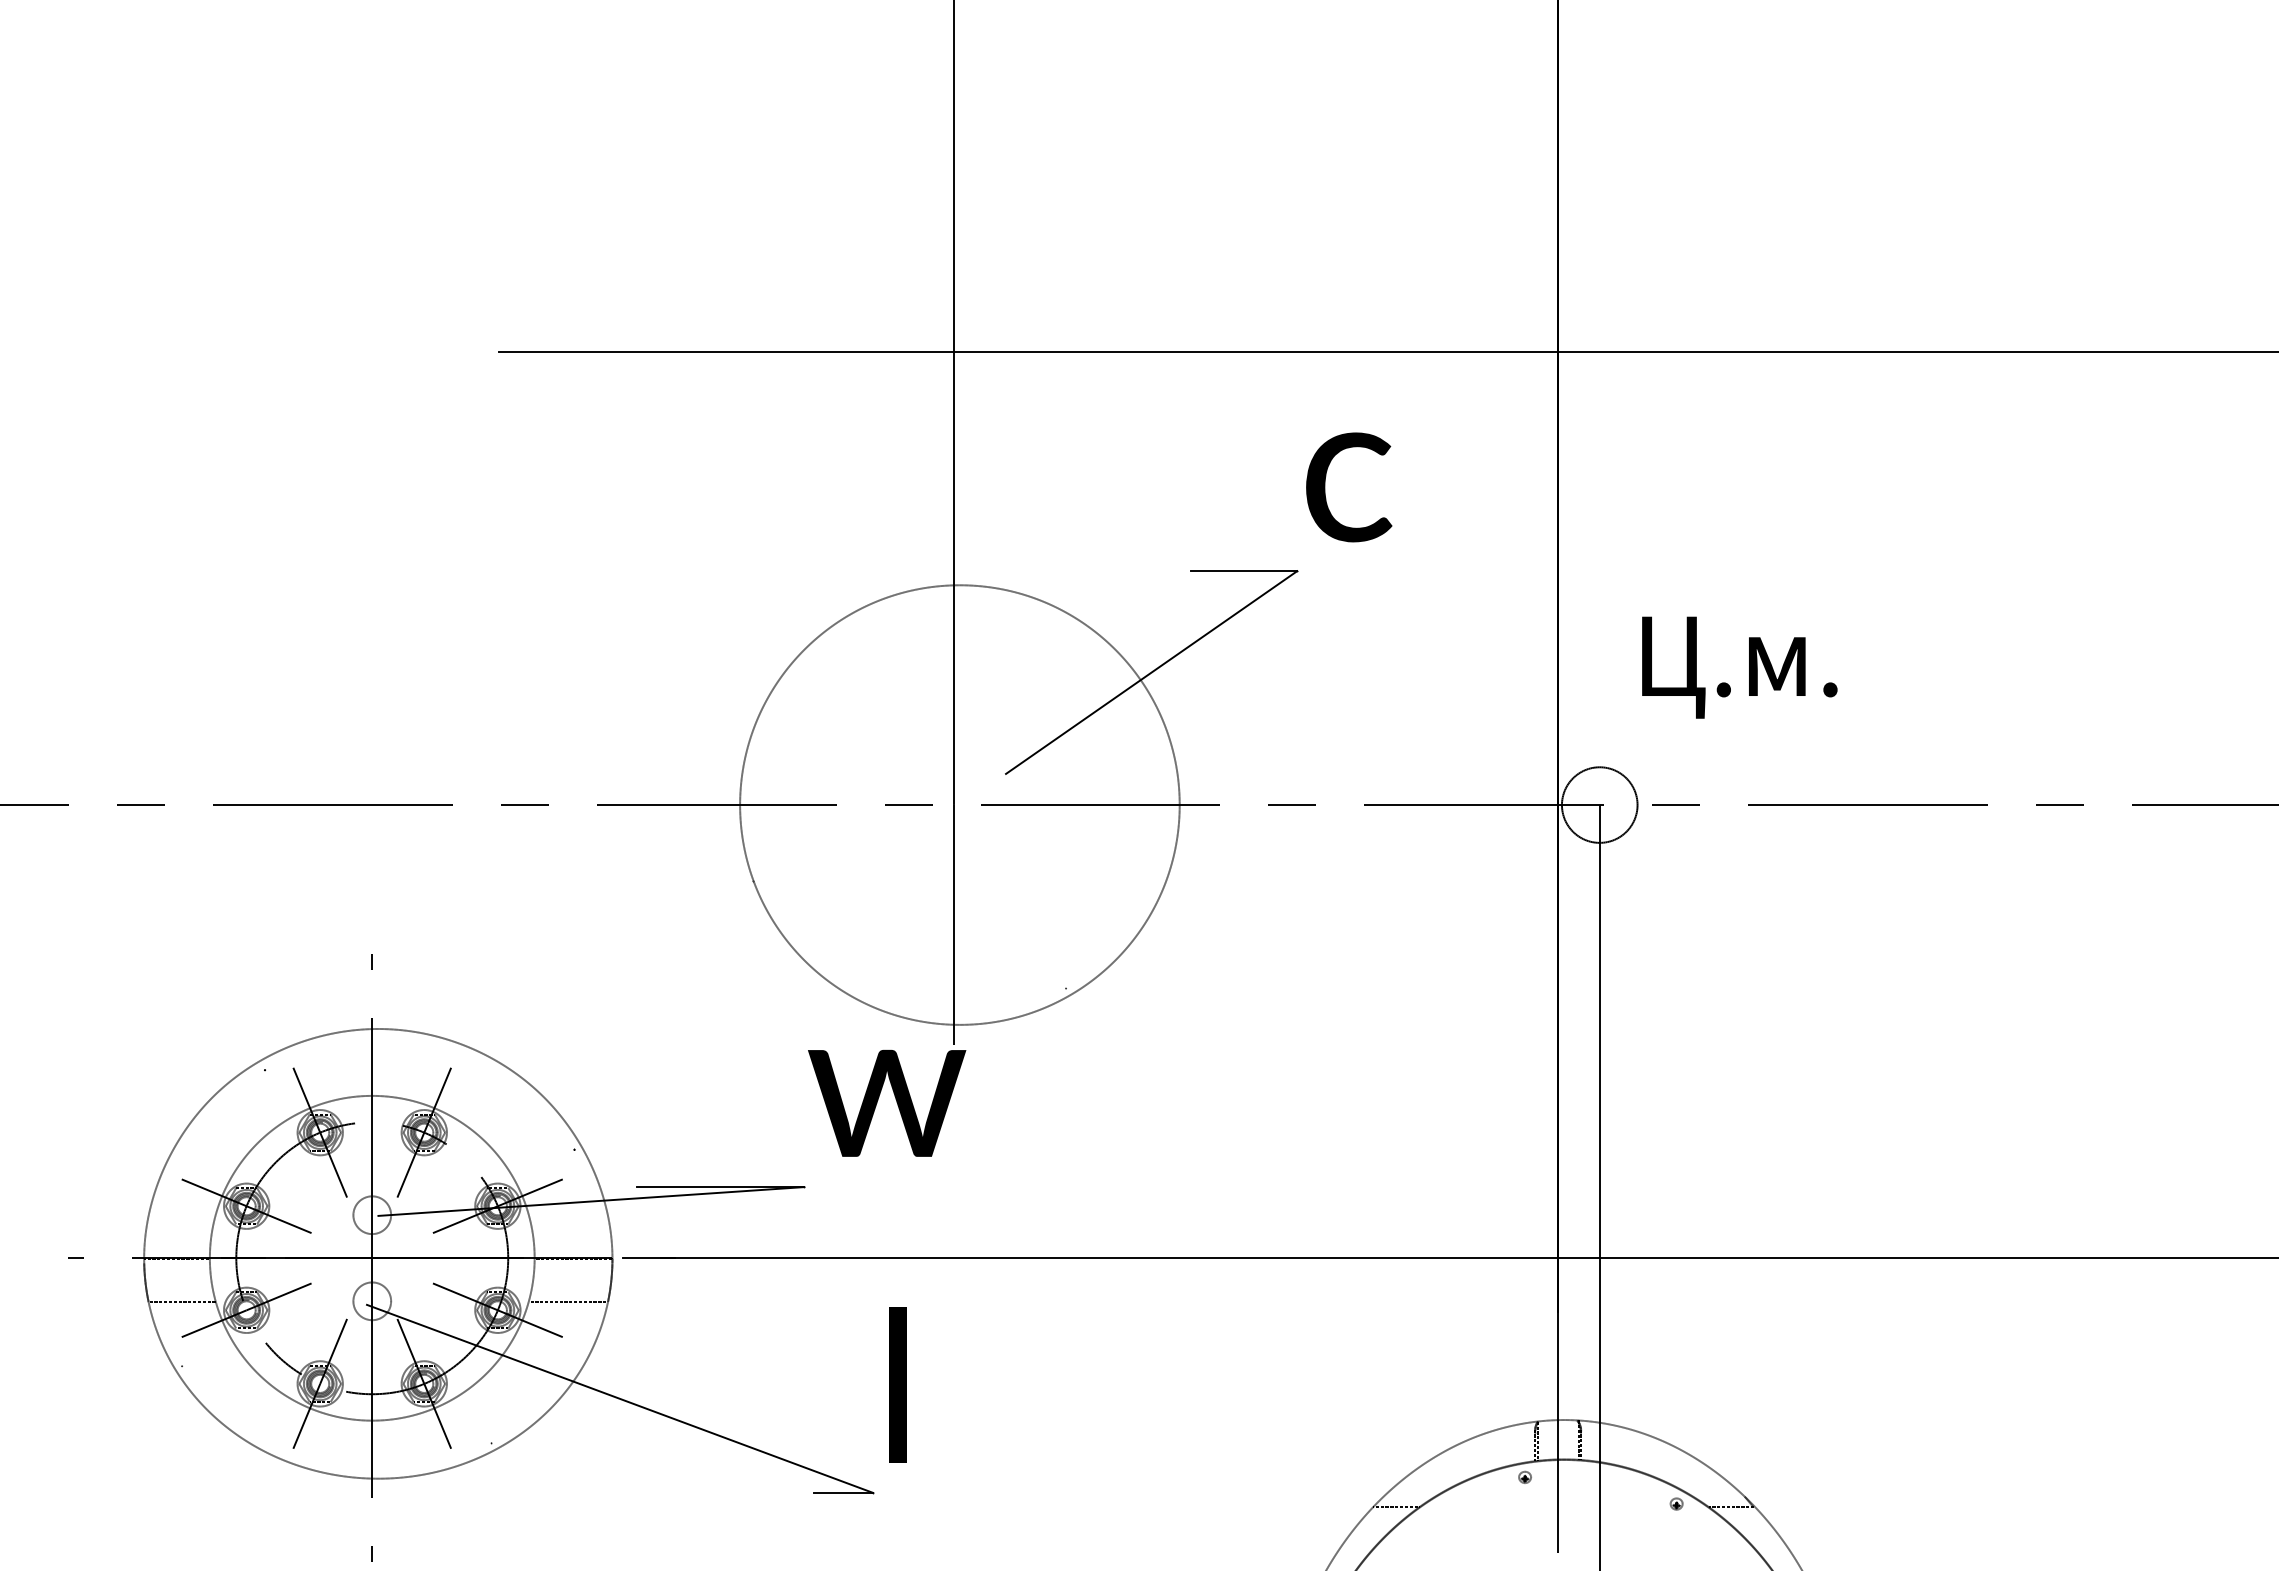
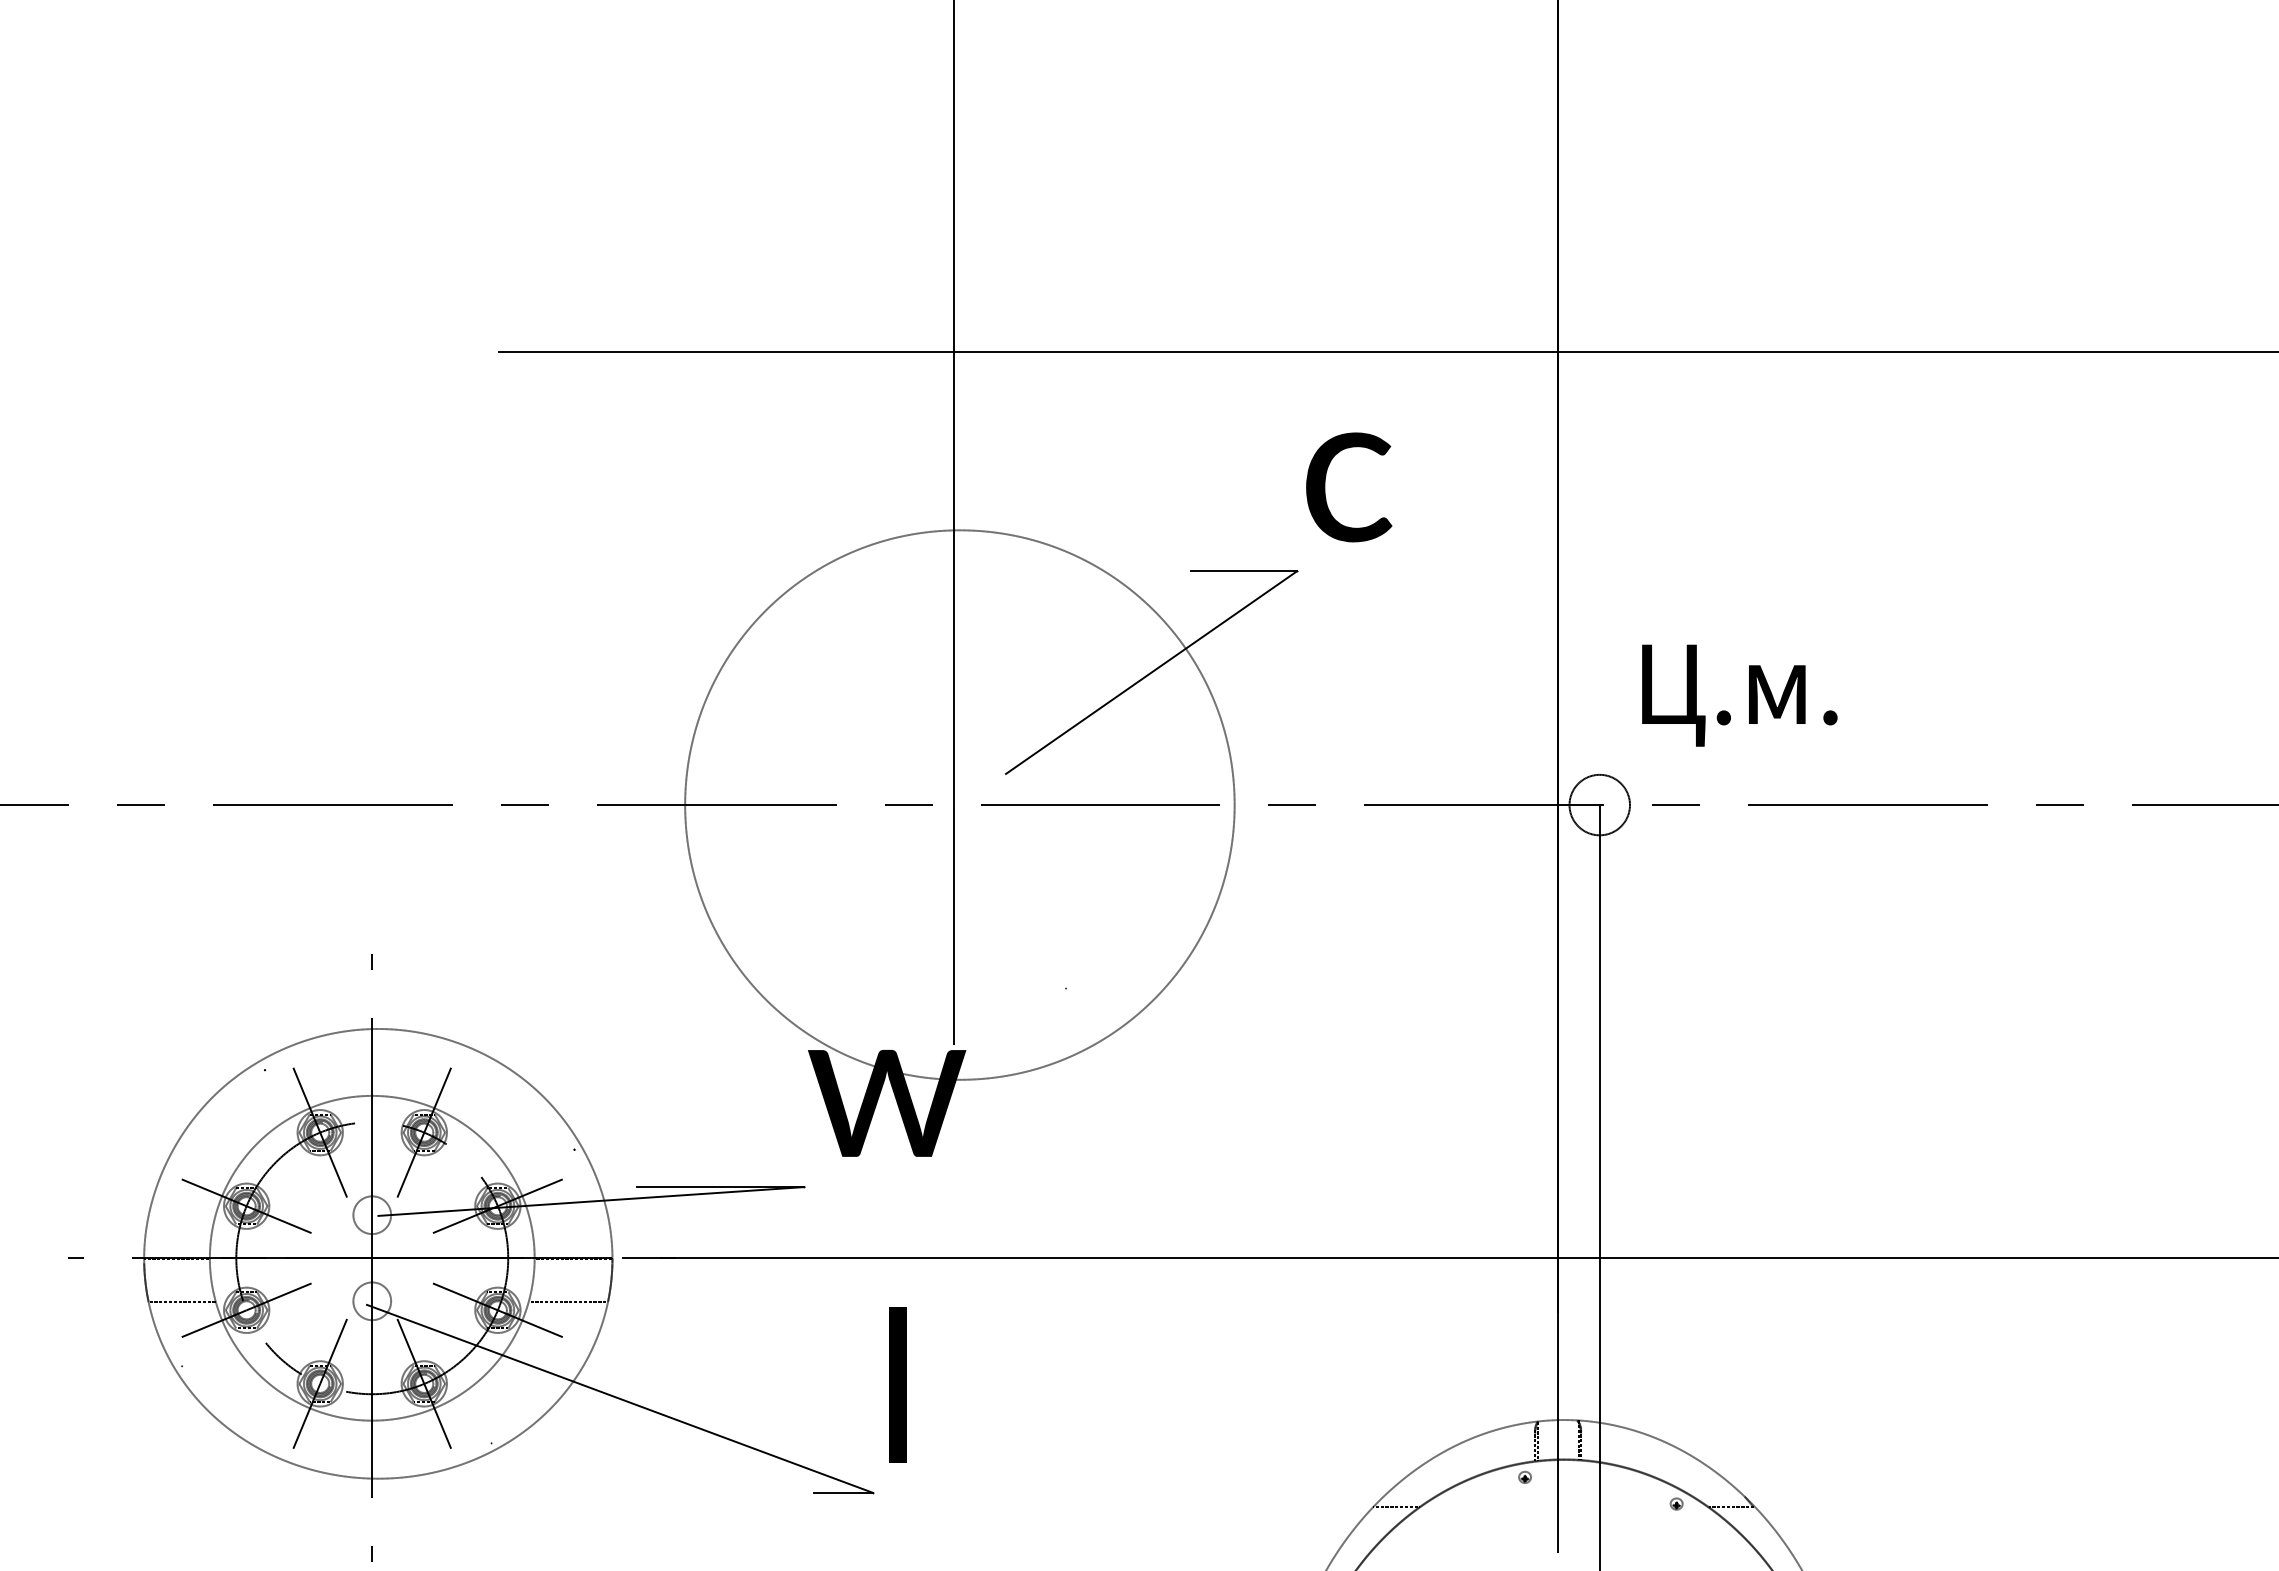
text at (1739, 667) position: (1739, 667) -> (1739, 695)
circle at (959, 804) diameter: 440 px -> 549 px
circle at (1599, 804) diameter: 76 px -> 60 px
